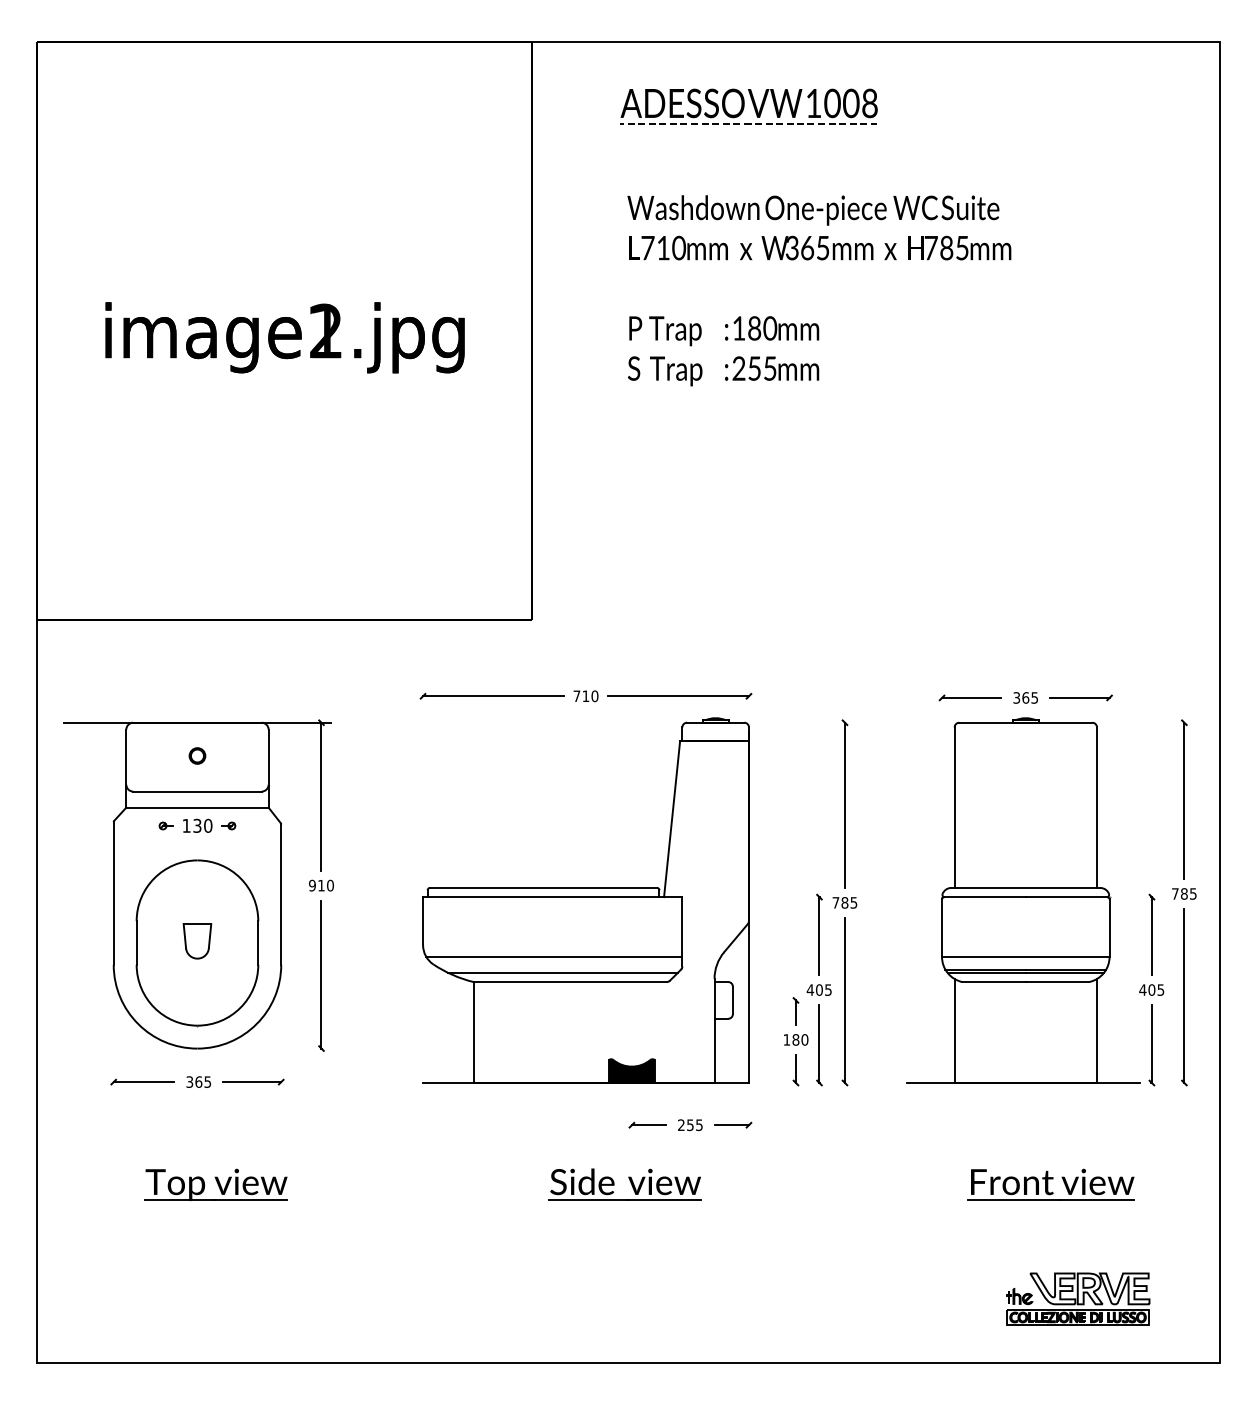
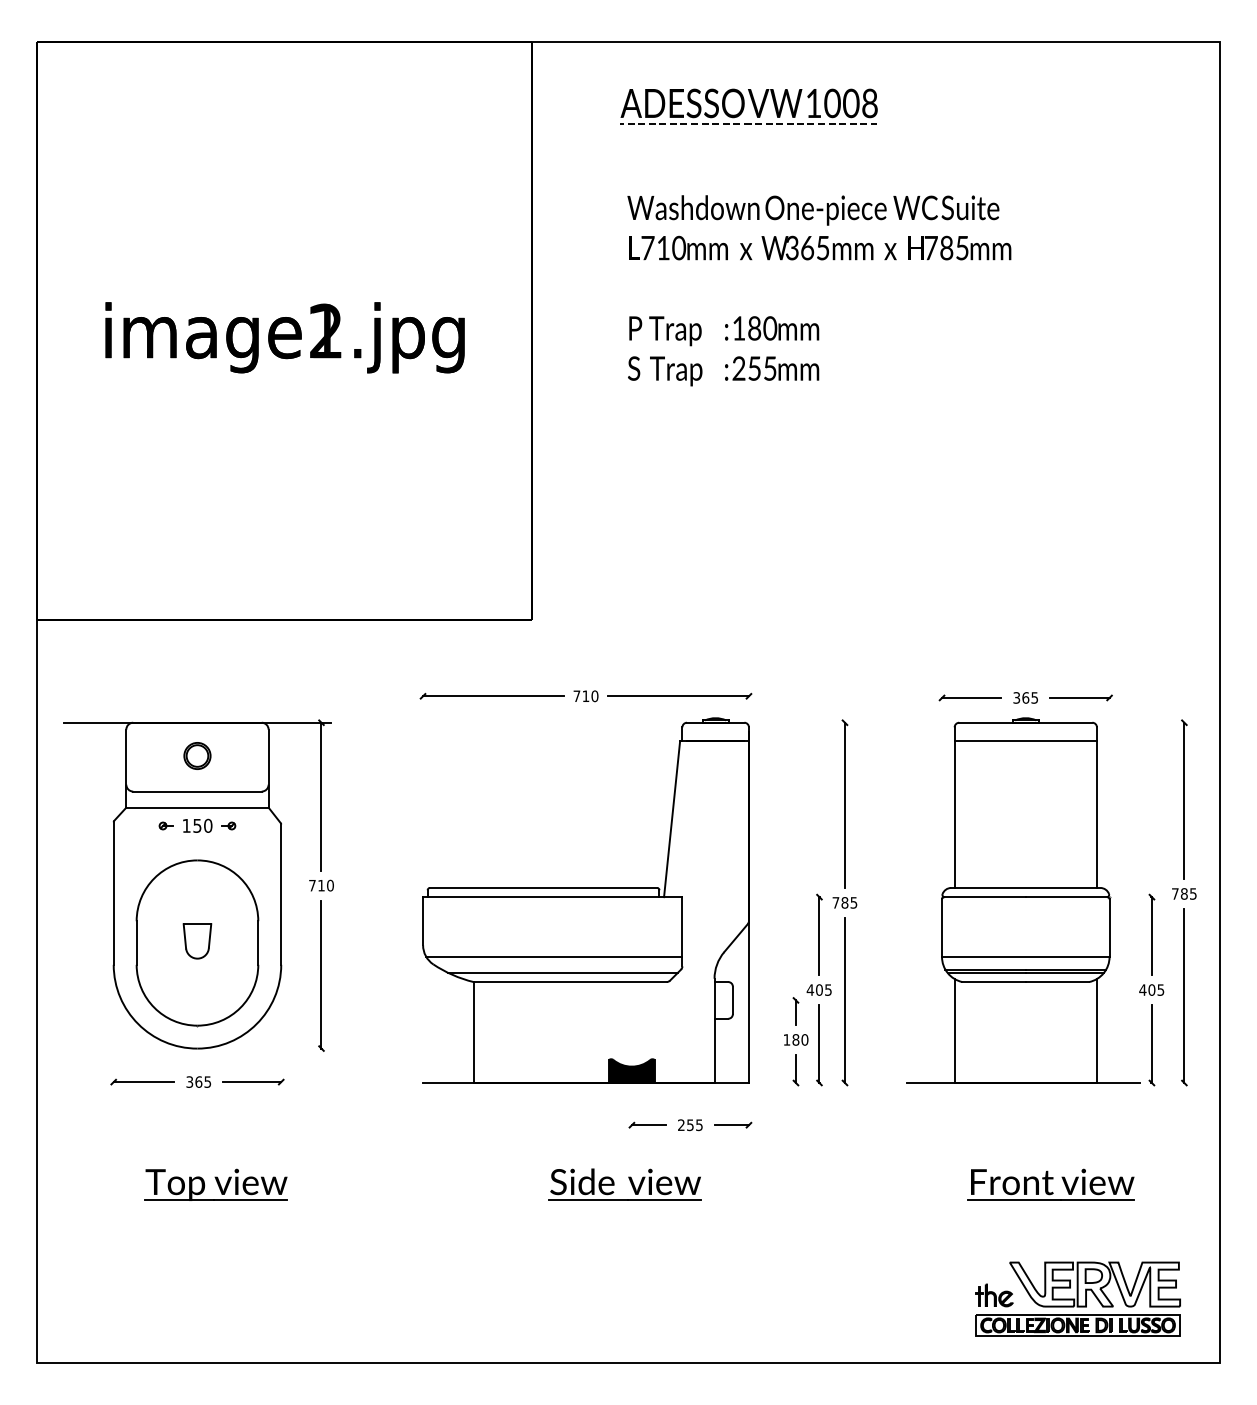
line at (1025, 741): none -> present
part at (197, 755) size: 19x18 px -> 29x28 px
text at (197, 825): 130 -> 150
text at (311, 885): 910 -> 710
part at (1078, 1298) size: 145x54 px -> 206x76 px
